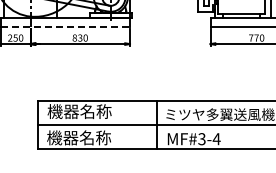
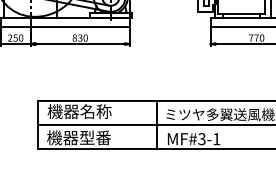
line at (65, 27): dashed -> solid
text at (94, 137): 機器名称 -> 機器型番
text at (216, 139): MF#3-4 -> MF#3-1
